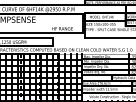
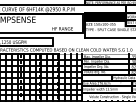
fill at (105, 17): none -> present
